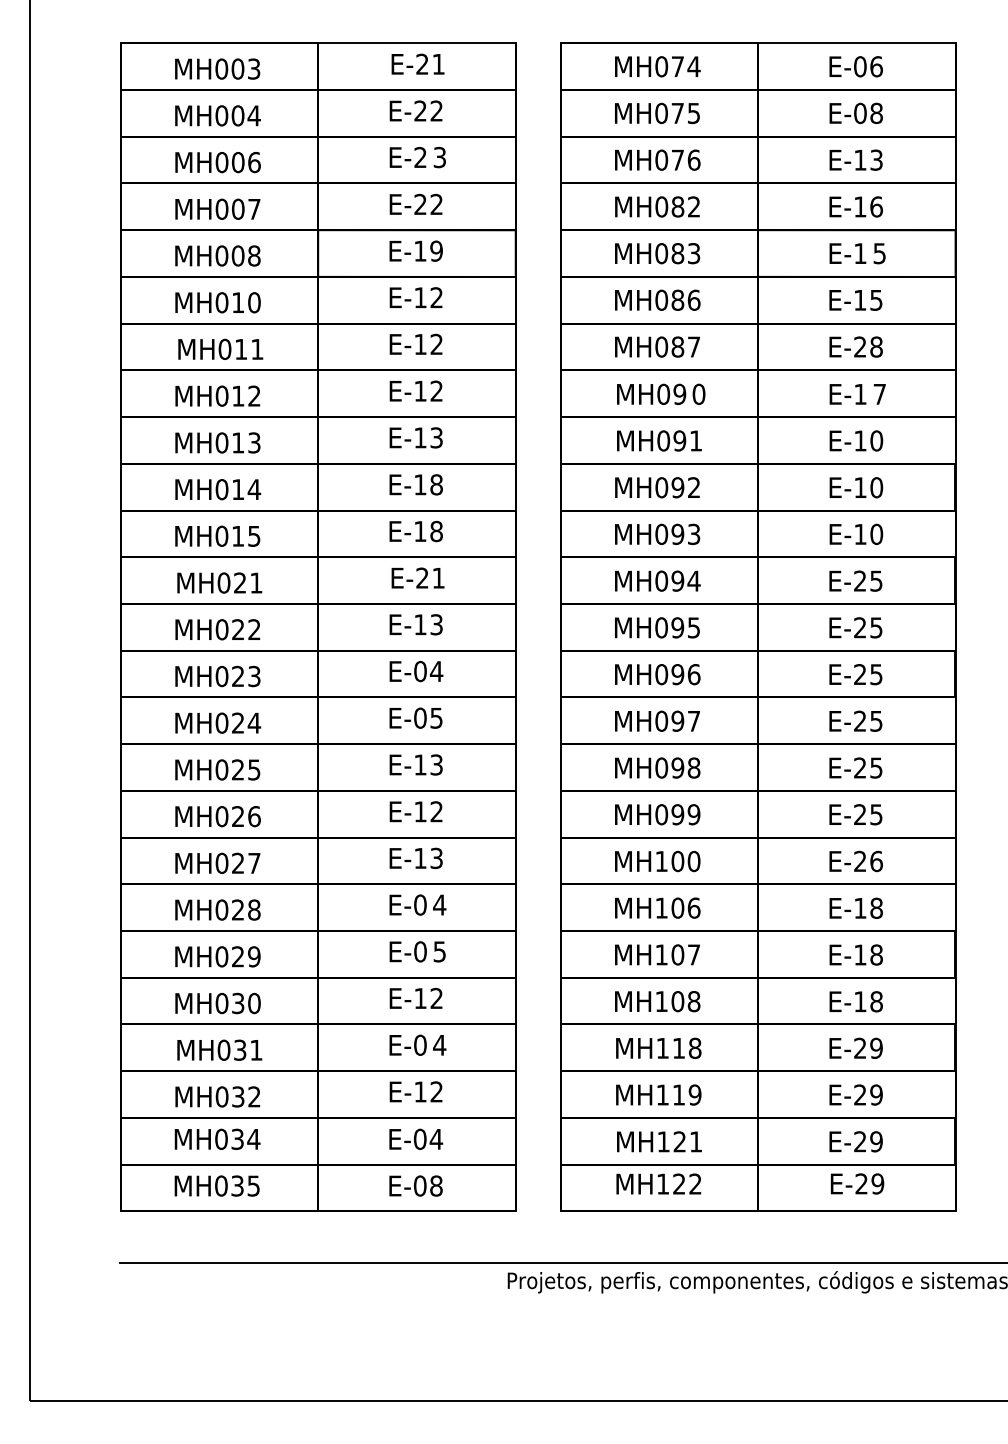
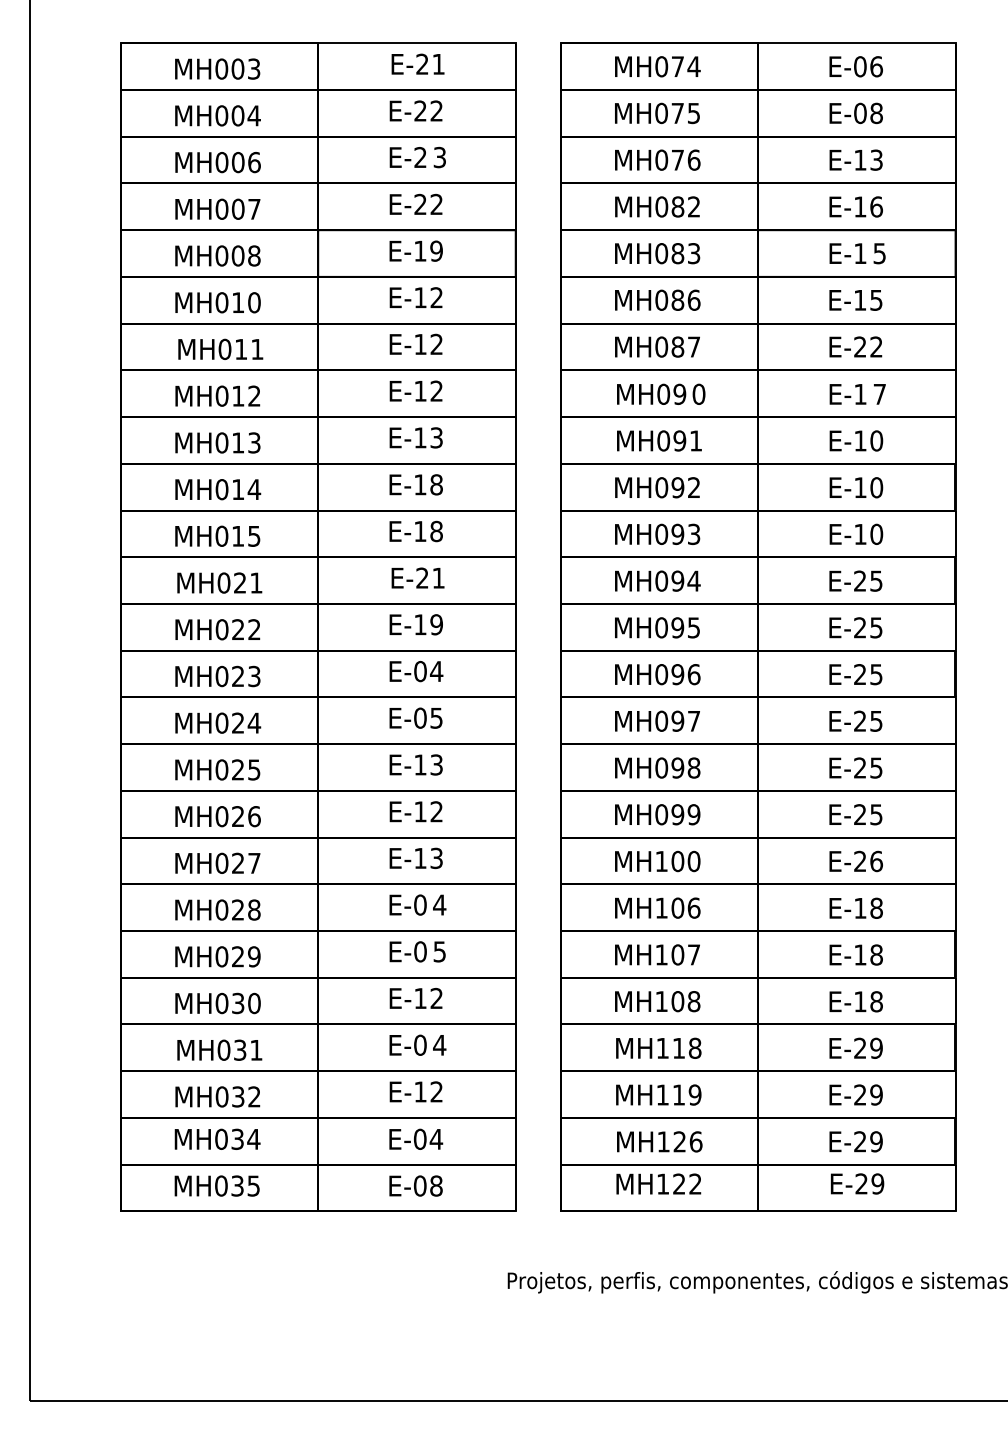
text at (876, 346): E-28 -> E-22
text at (436, 624): E-13 -> E-19
text at (695, 1141): MH121 -> MH126
line at (562, 1263): present -> none
